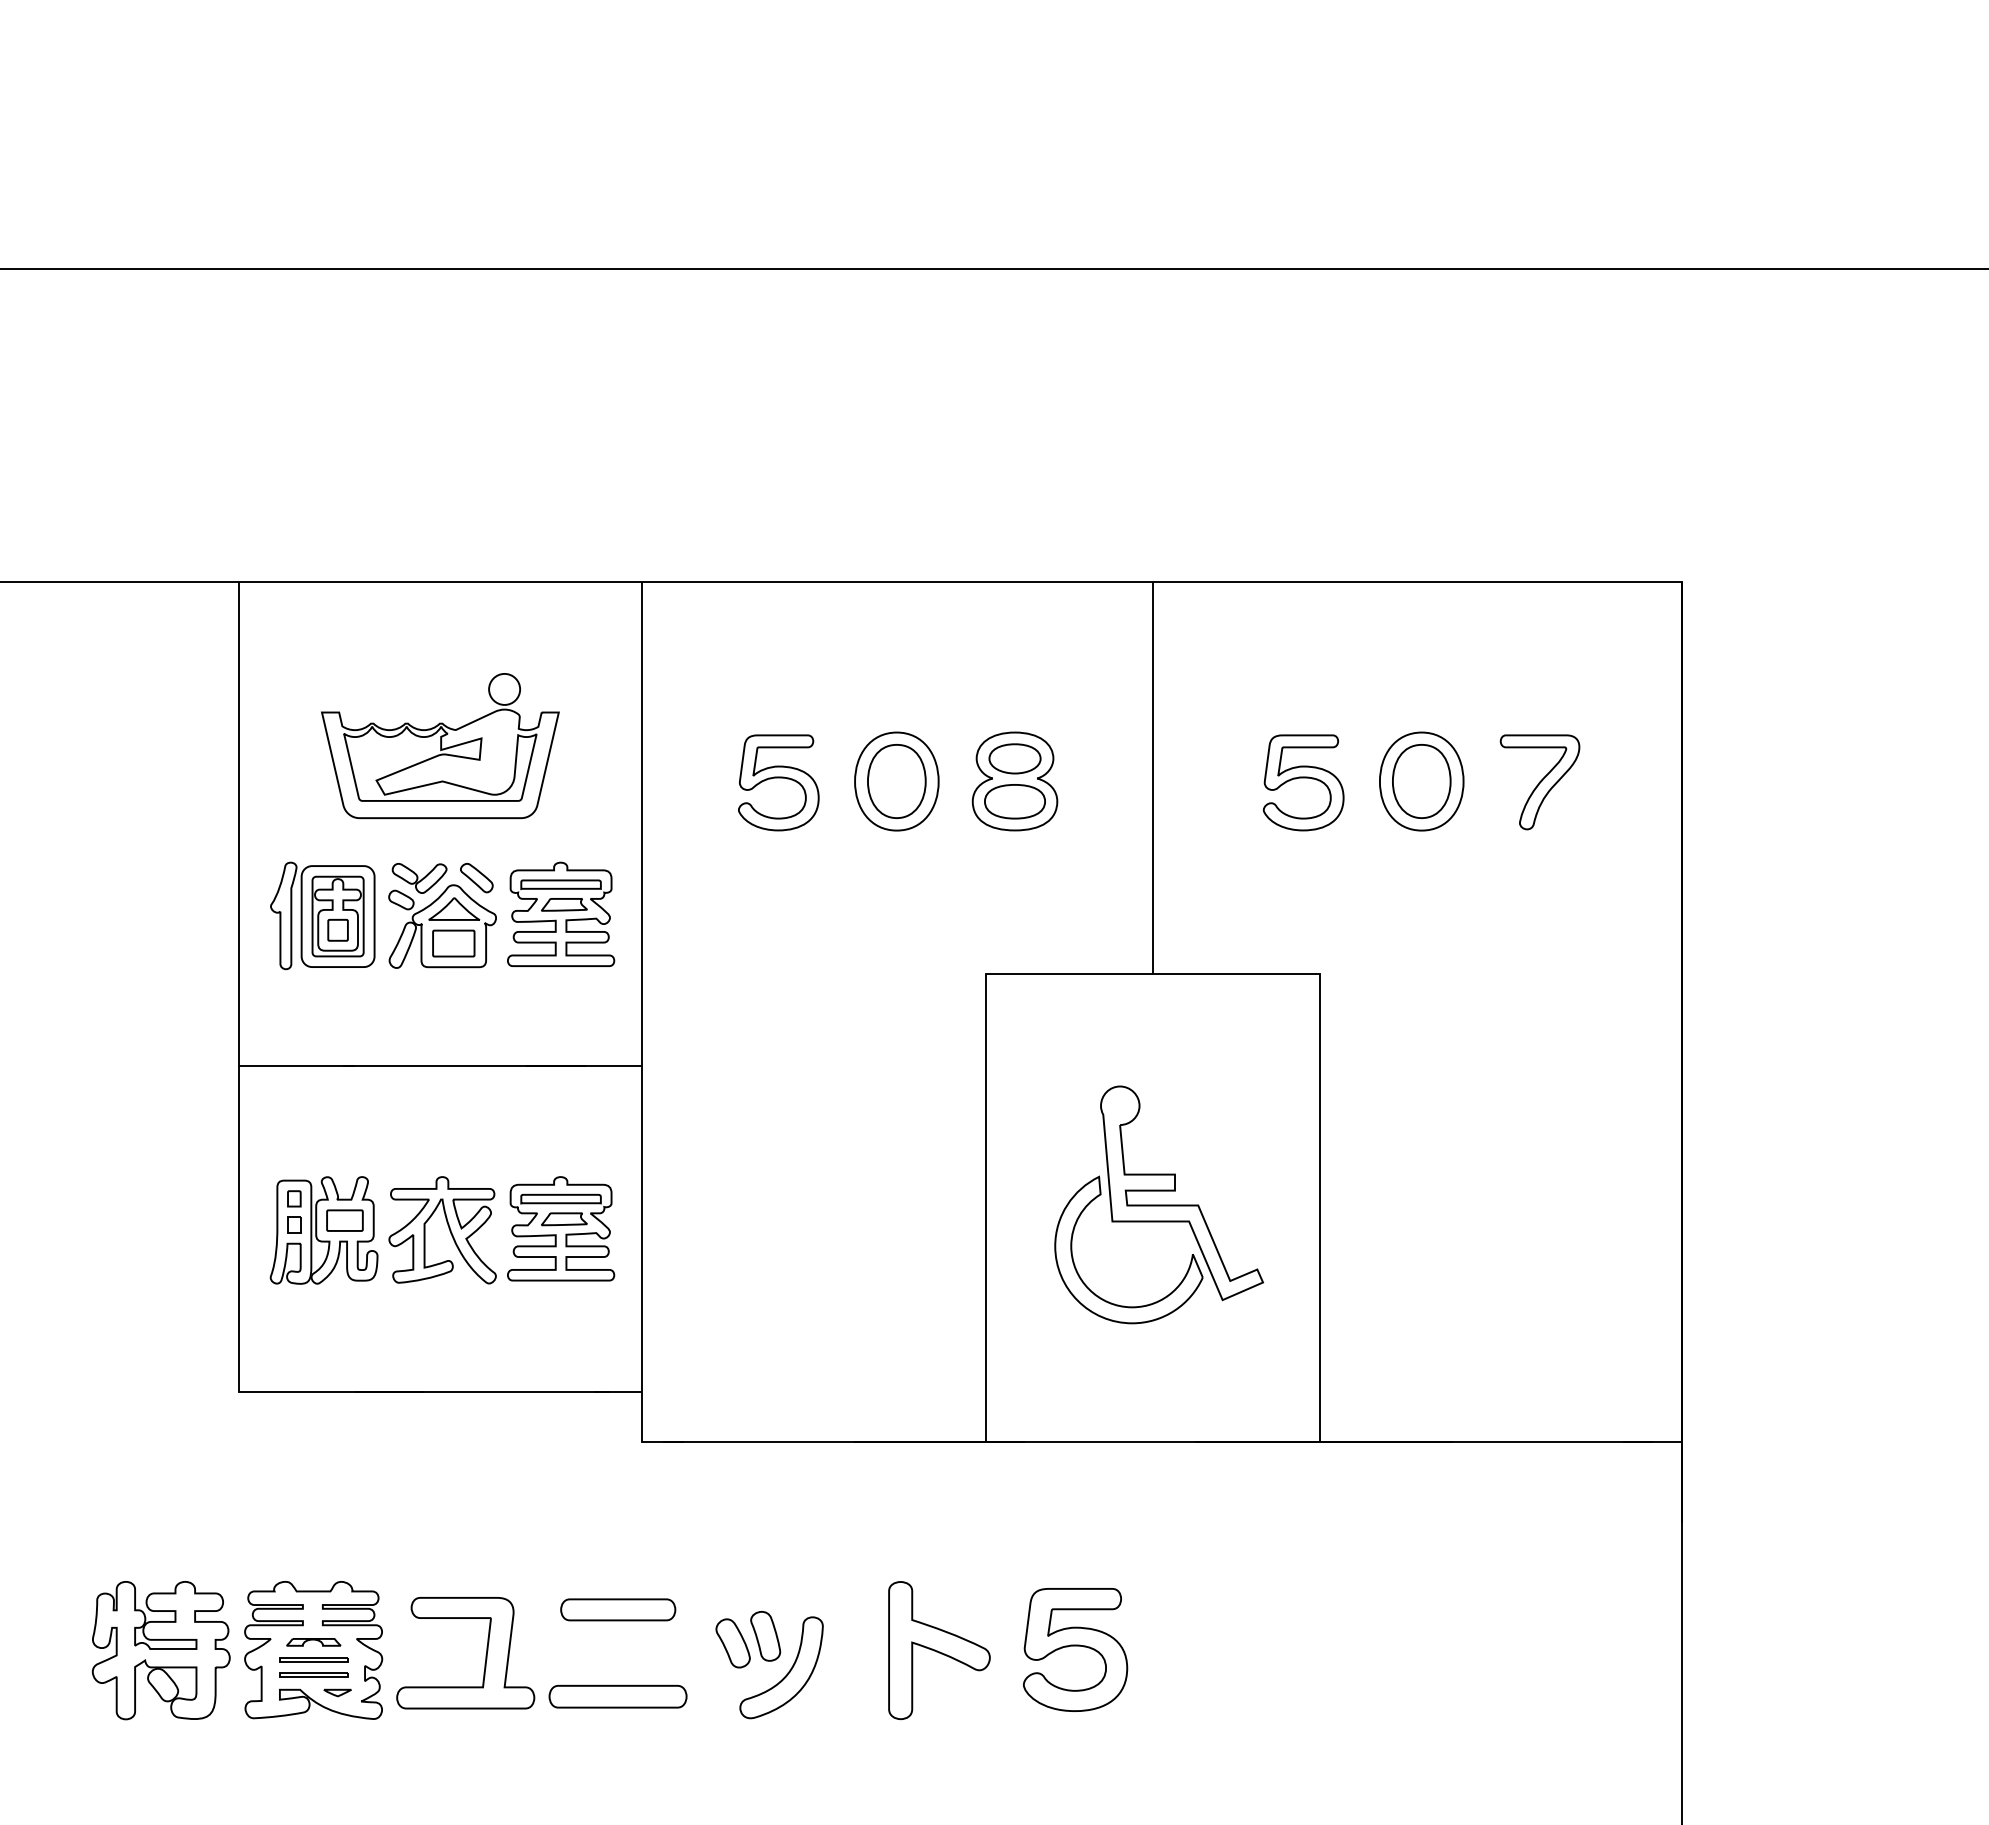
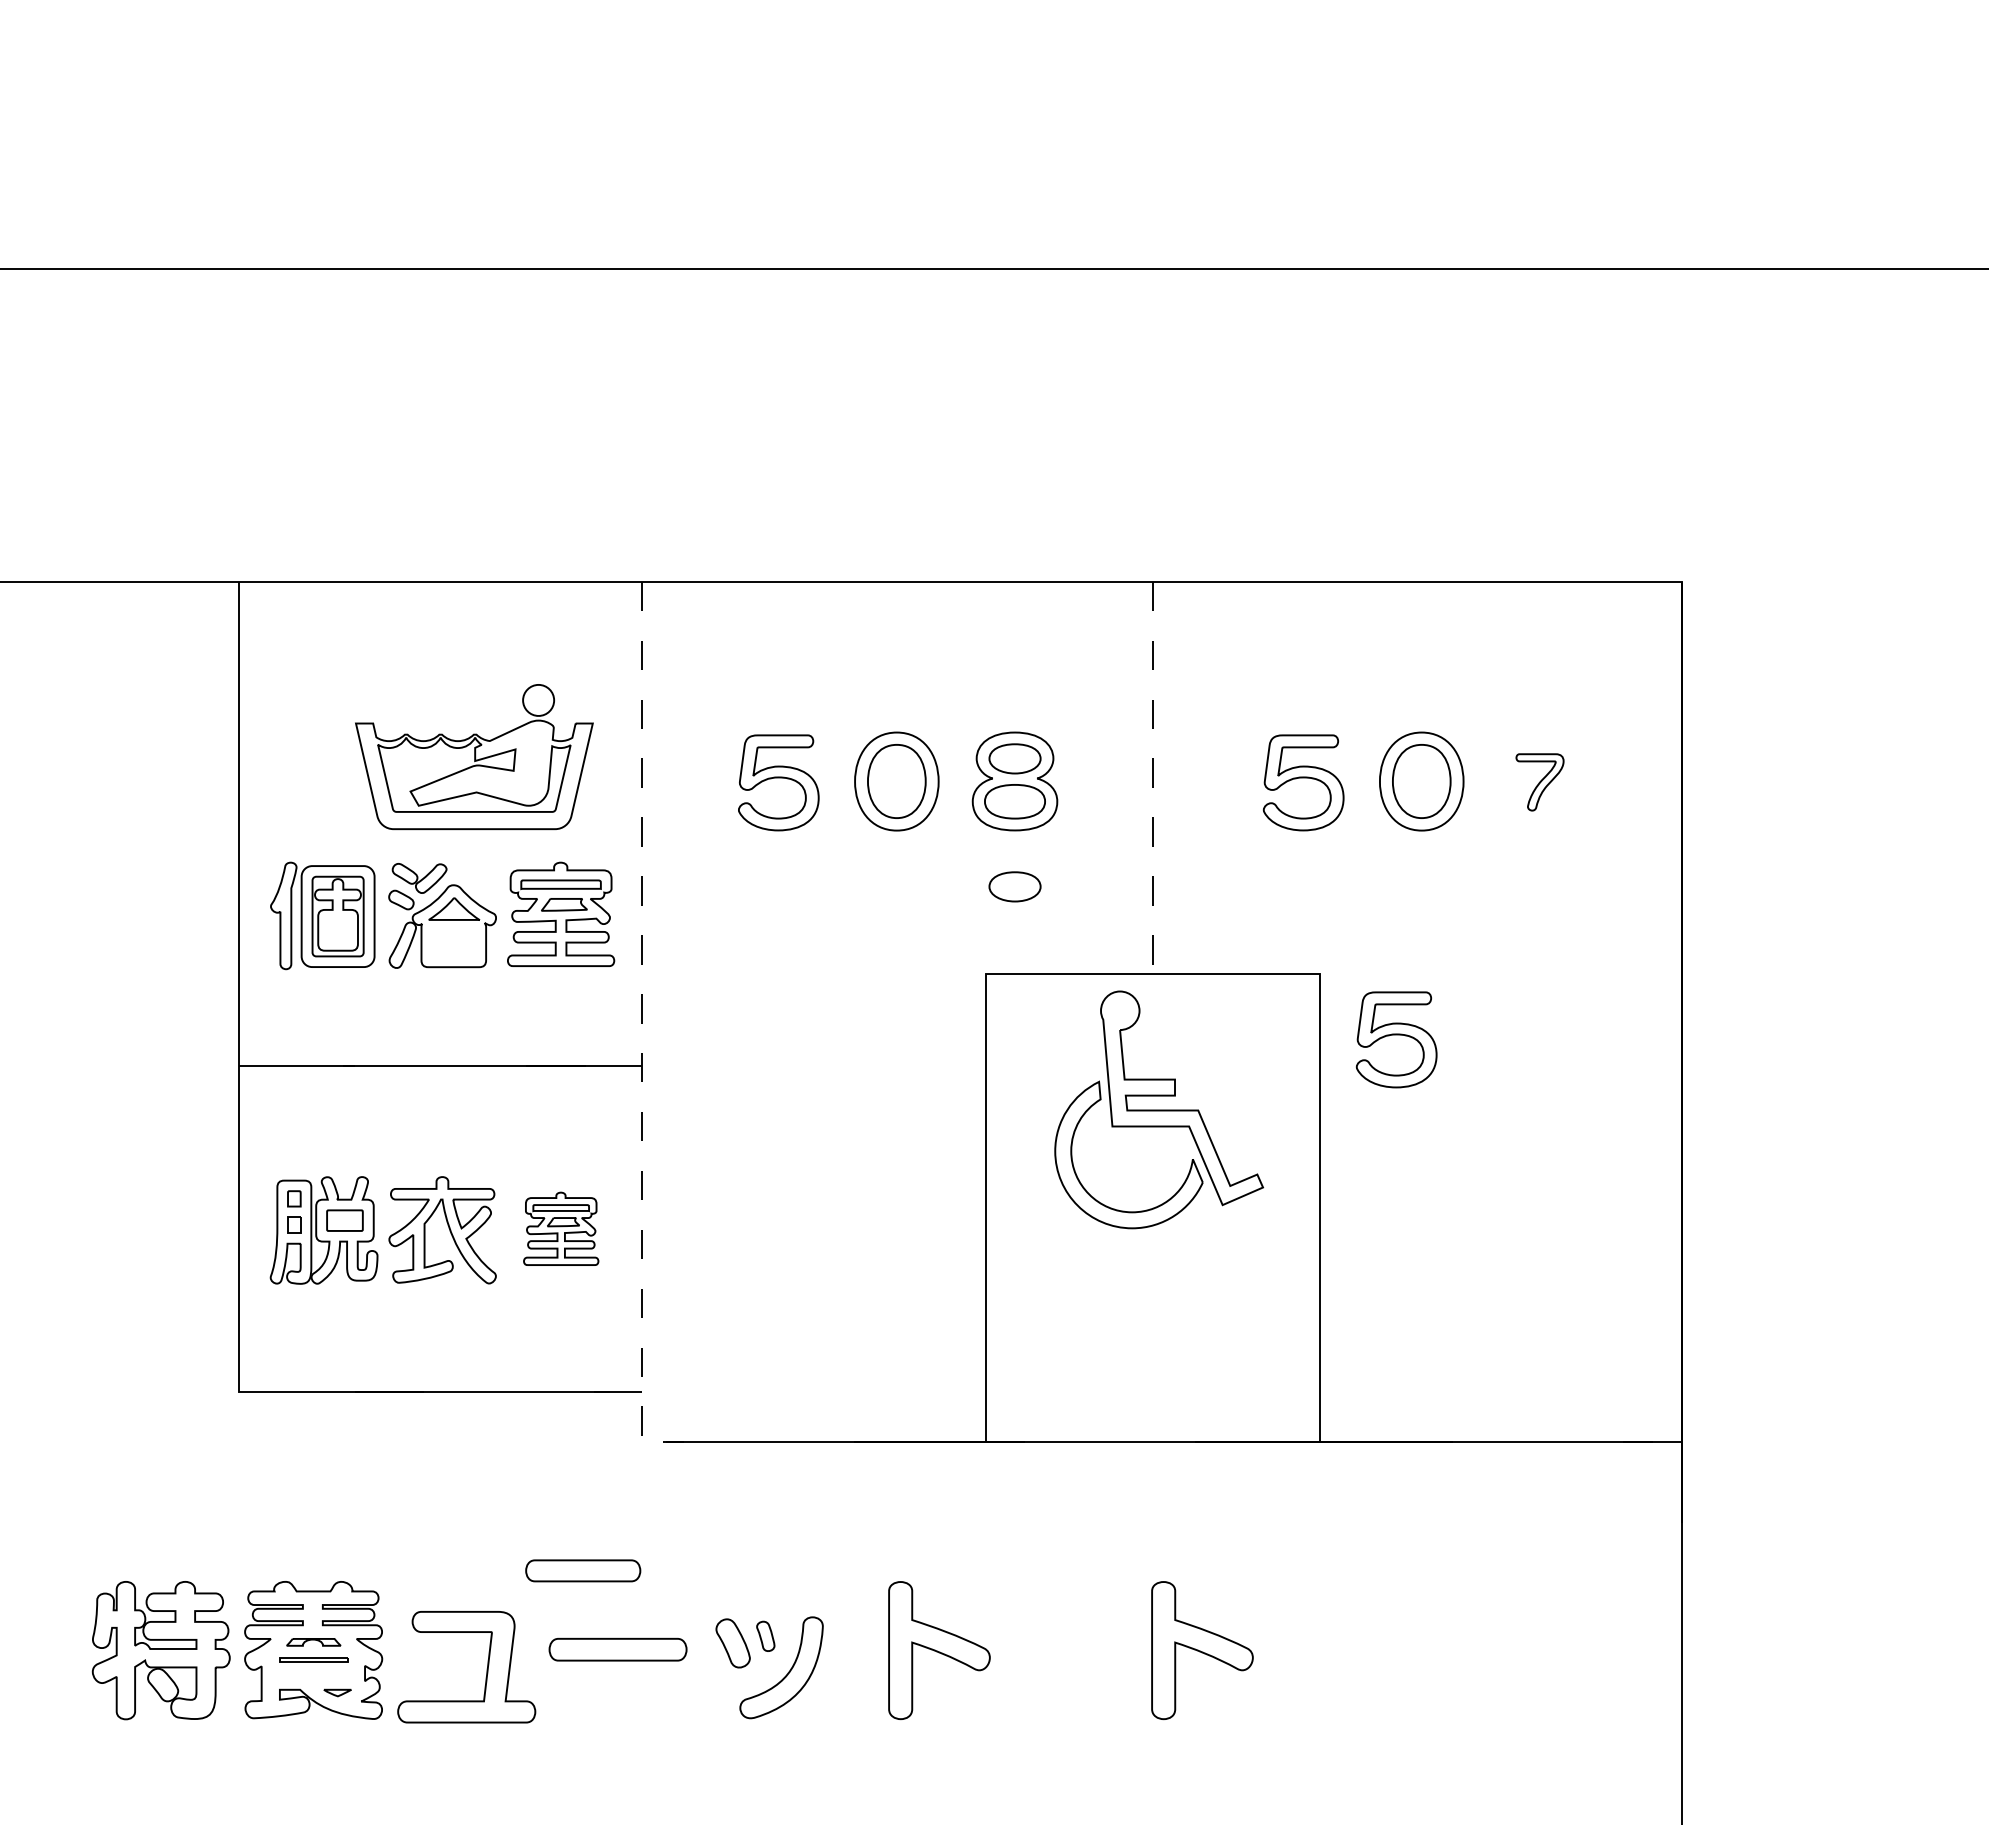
part at (440, 746) position: (440, 746) -> (474, 757)
line at (1153, 778): solid -> dashed
part at (1539, 782) size: 82x97 px -> 50x59 px
part at (476, 878): present -> none
part at (1014, 886): none -> present
part at (337, 929): present -> none
part at (453, 943): present -> none
line at (641, 1033): solid -> dashed
part at (1396, 1039): none -> present
part at (1159, 1204) position: (1159, 1204) -> (1159, 1109)
part at (561, 1228) size: 109x106 px -> 77x75 px
part at (618, 1609) position: (618, 1609) -> (583, 1570)
part at (765, 1636) size: 32x51 px -> 20x32 px
part at (1075, 1649): present -> none
part at (1202, 1650): none -> present
part at (485, 1654) position: (485, 1654) -> (486, 1668)
part at (313, 1674): present -> none
part at (617, 1696) position: (617, 1696) -> (617, 1649)
